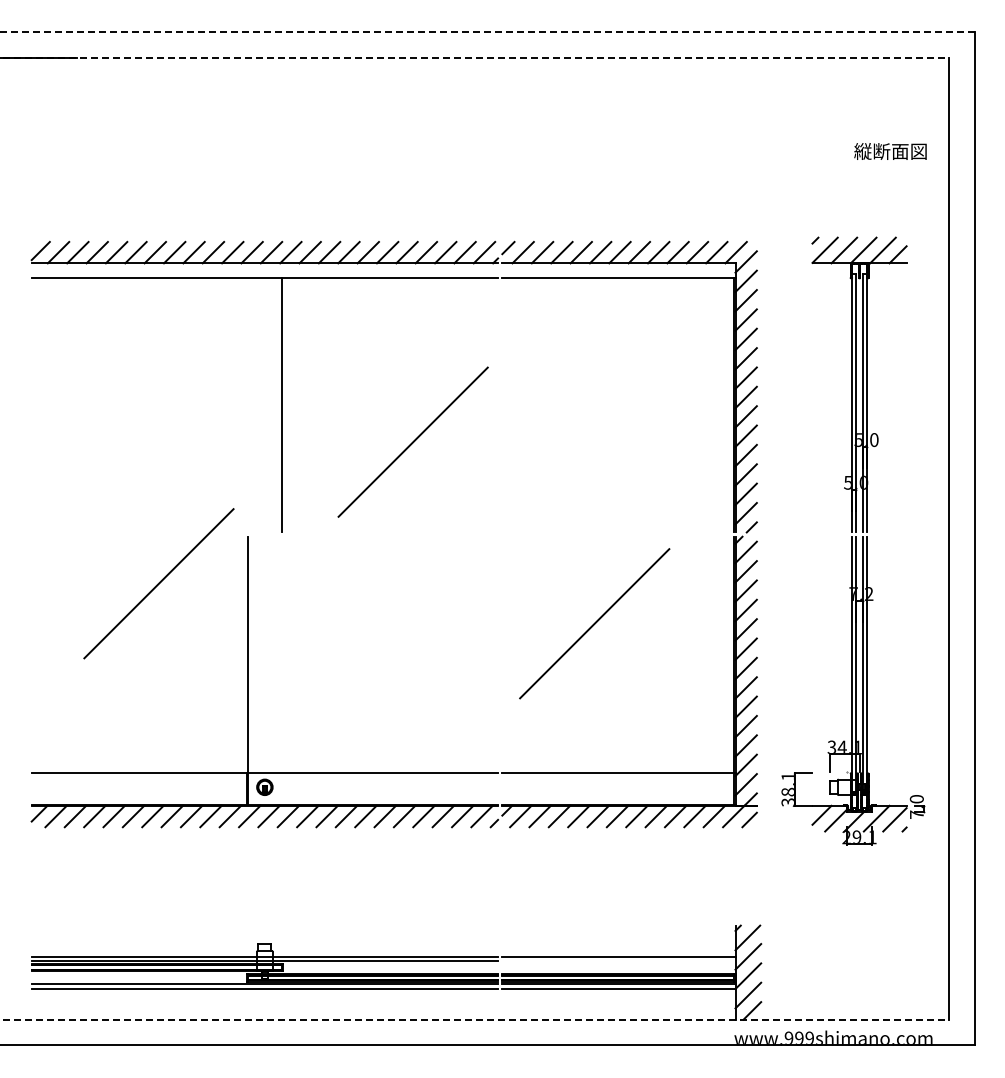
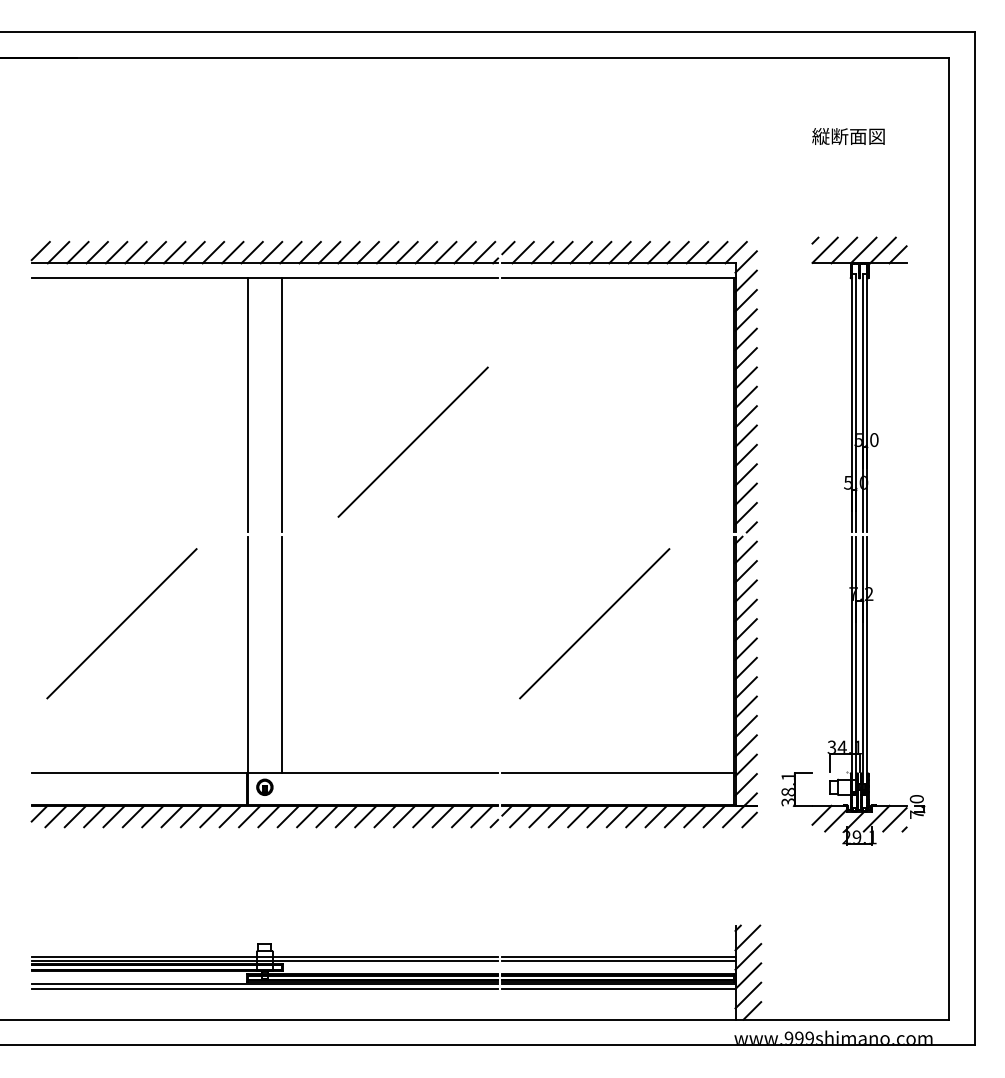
line at (488, 32): dashed -> solid
line at (474, 58): dashed -> solid
text at (890, 151) position: (890, 151) -> (848, 136)
line at (247, 405): none -> present
line at (158, 583) position: (158, 583) -> (121, 623)
line at (282, 654): none -> present
line at (618, 961): none -> present
line at (474, 1019): dashed -> solid
